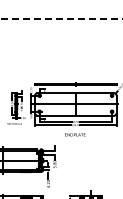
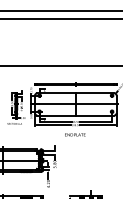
line at (60, 10): none -> present
line at (61, 19): dashed -> solid
line at (60, 66): none -> present
